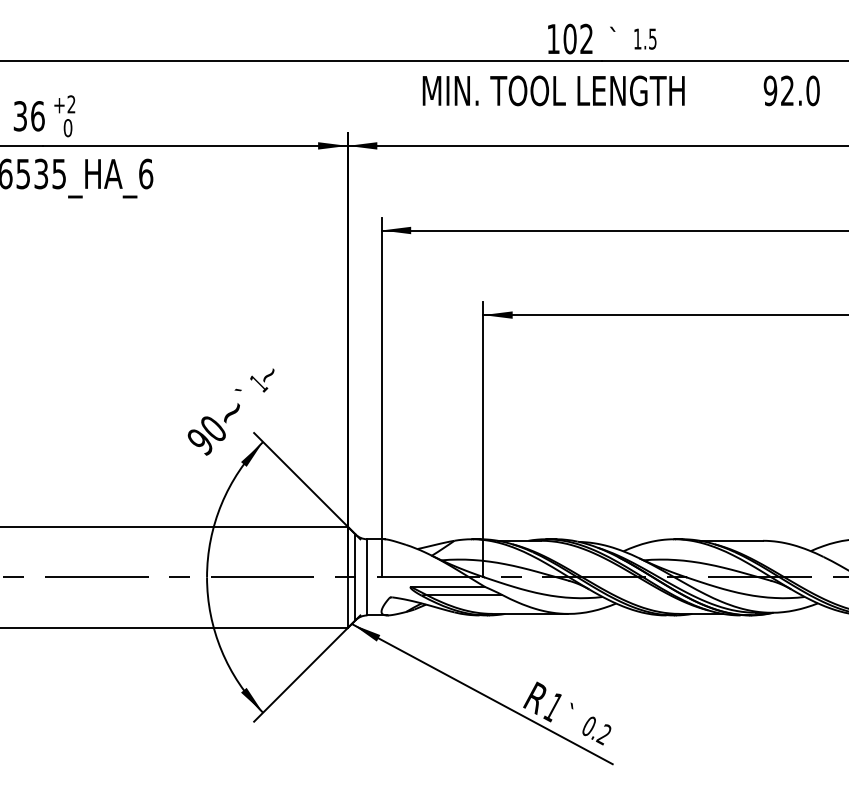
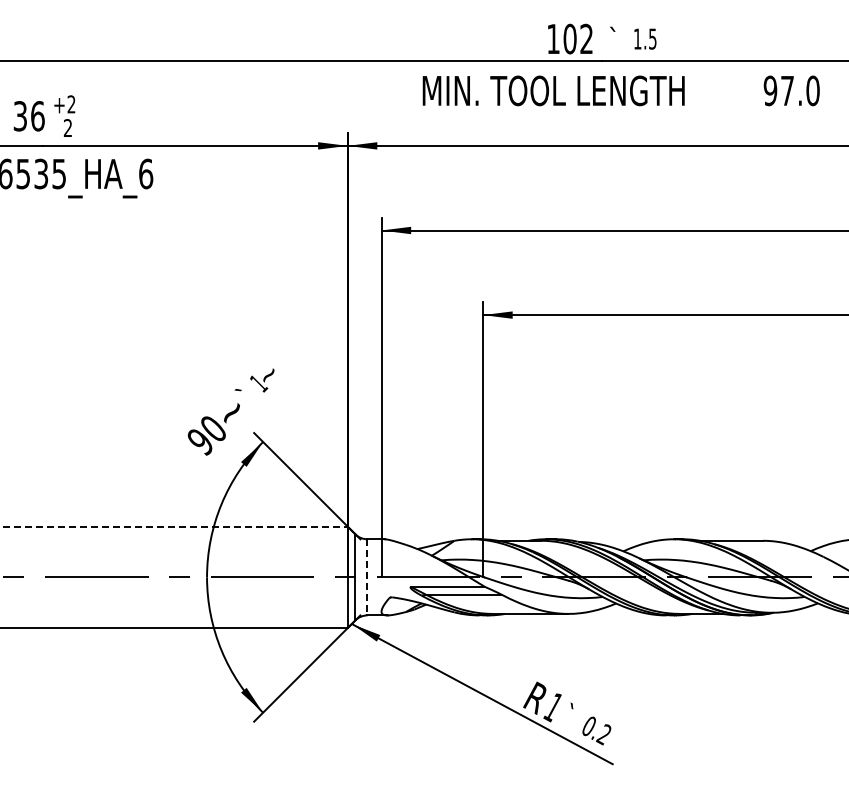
text at (787, 90): 92.0 -> 97.0
text at (67, 128): 0 -> 2
line at (173, 526): solid -> dashed
line at (367, 577): solid -> dashed
